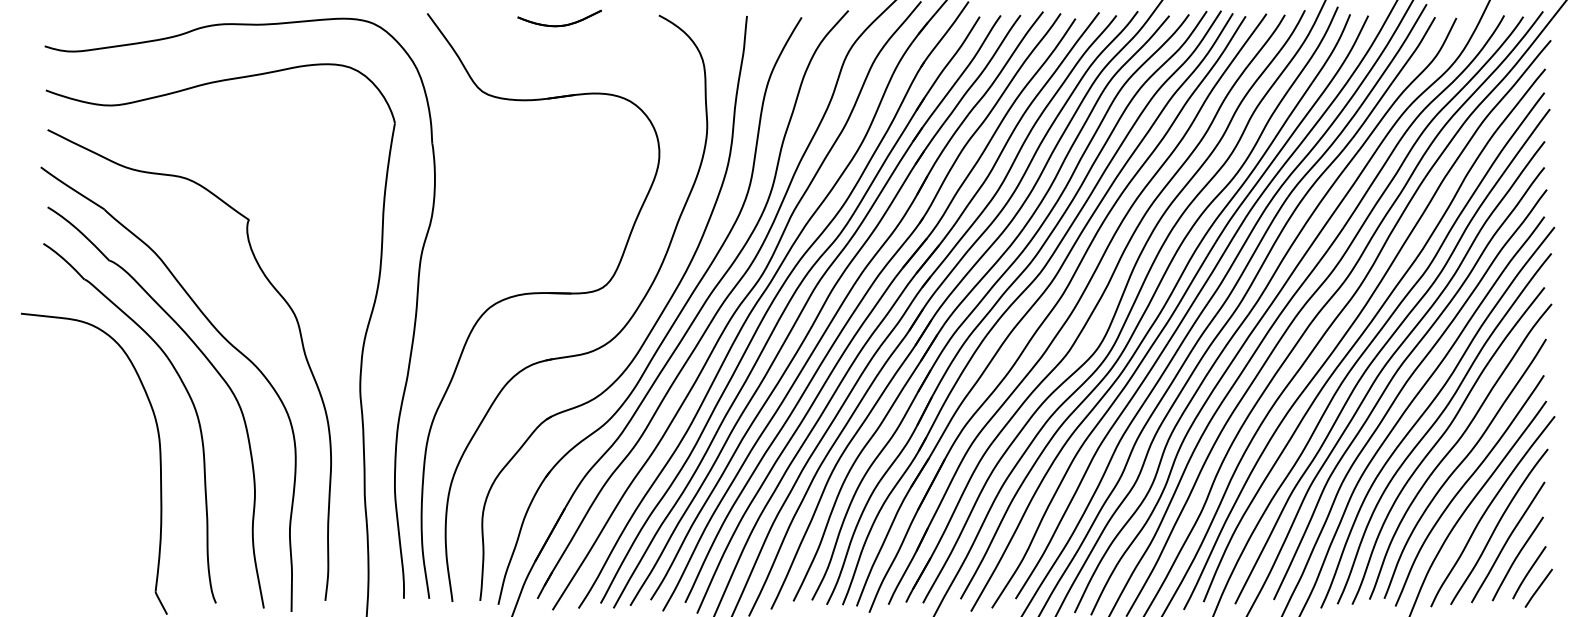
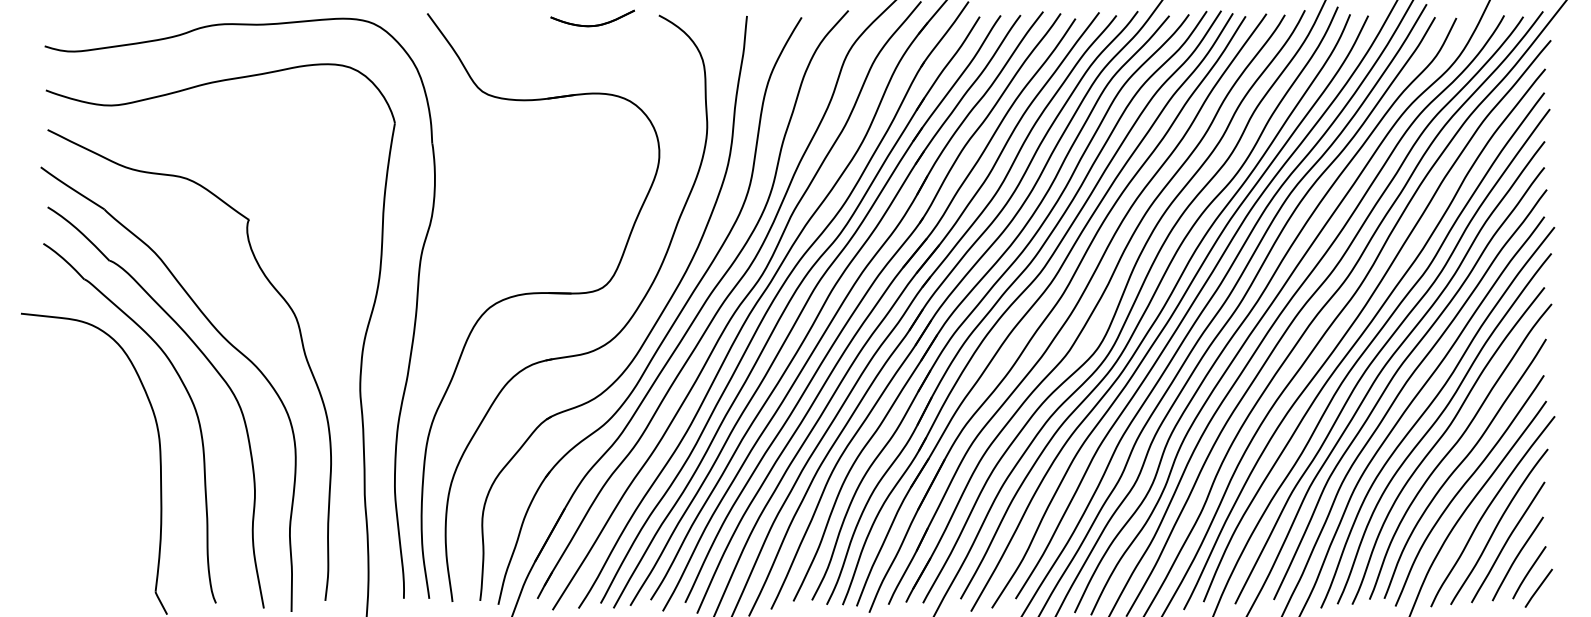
part at (562, 24) position: (562, 24) -> (595, 24)
